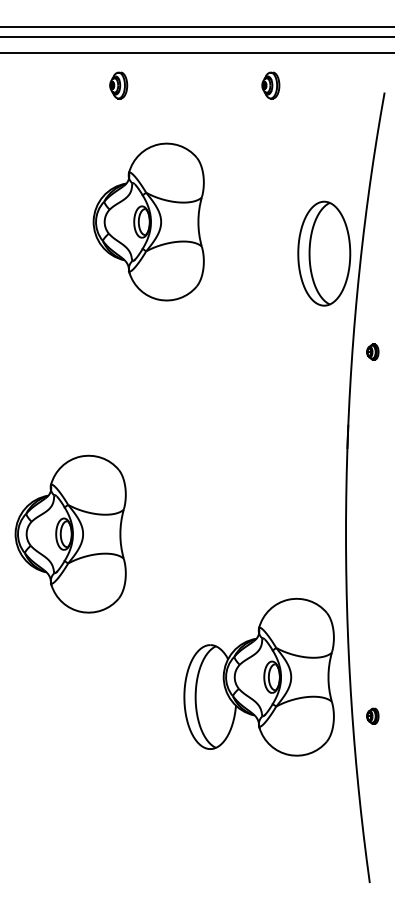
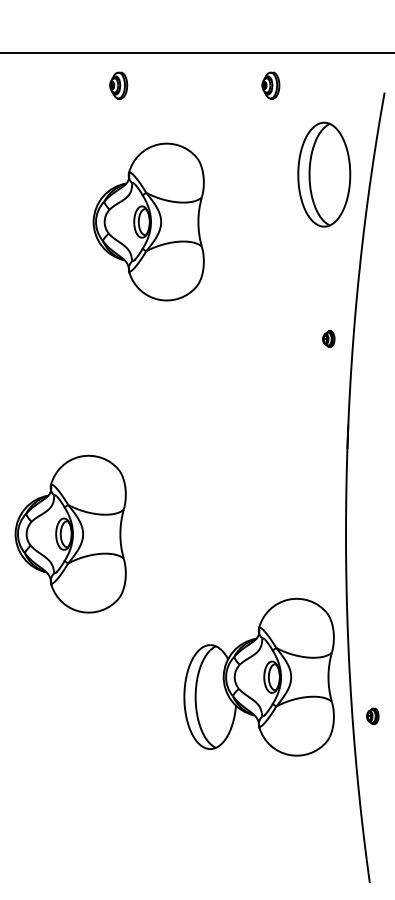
line at (196, 26): present -> none
line at (196, 37): present -> none
part at (324, 253) position: (324, 253) -> (324, 174)
part at (372, 351) position: (372, 351) -> (328, 338)
